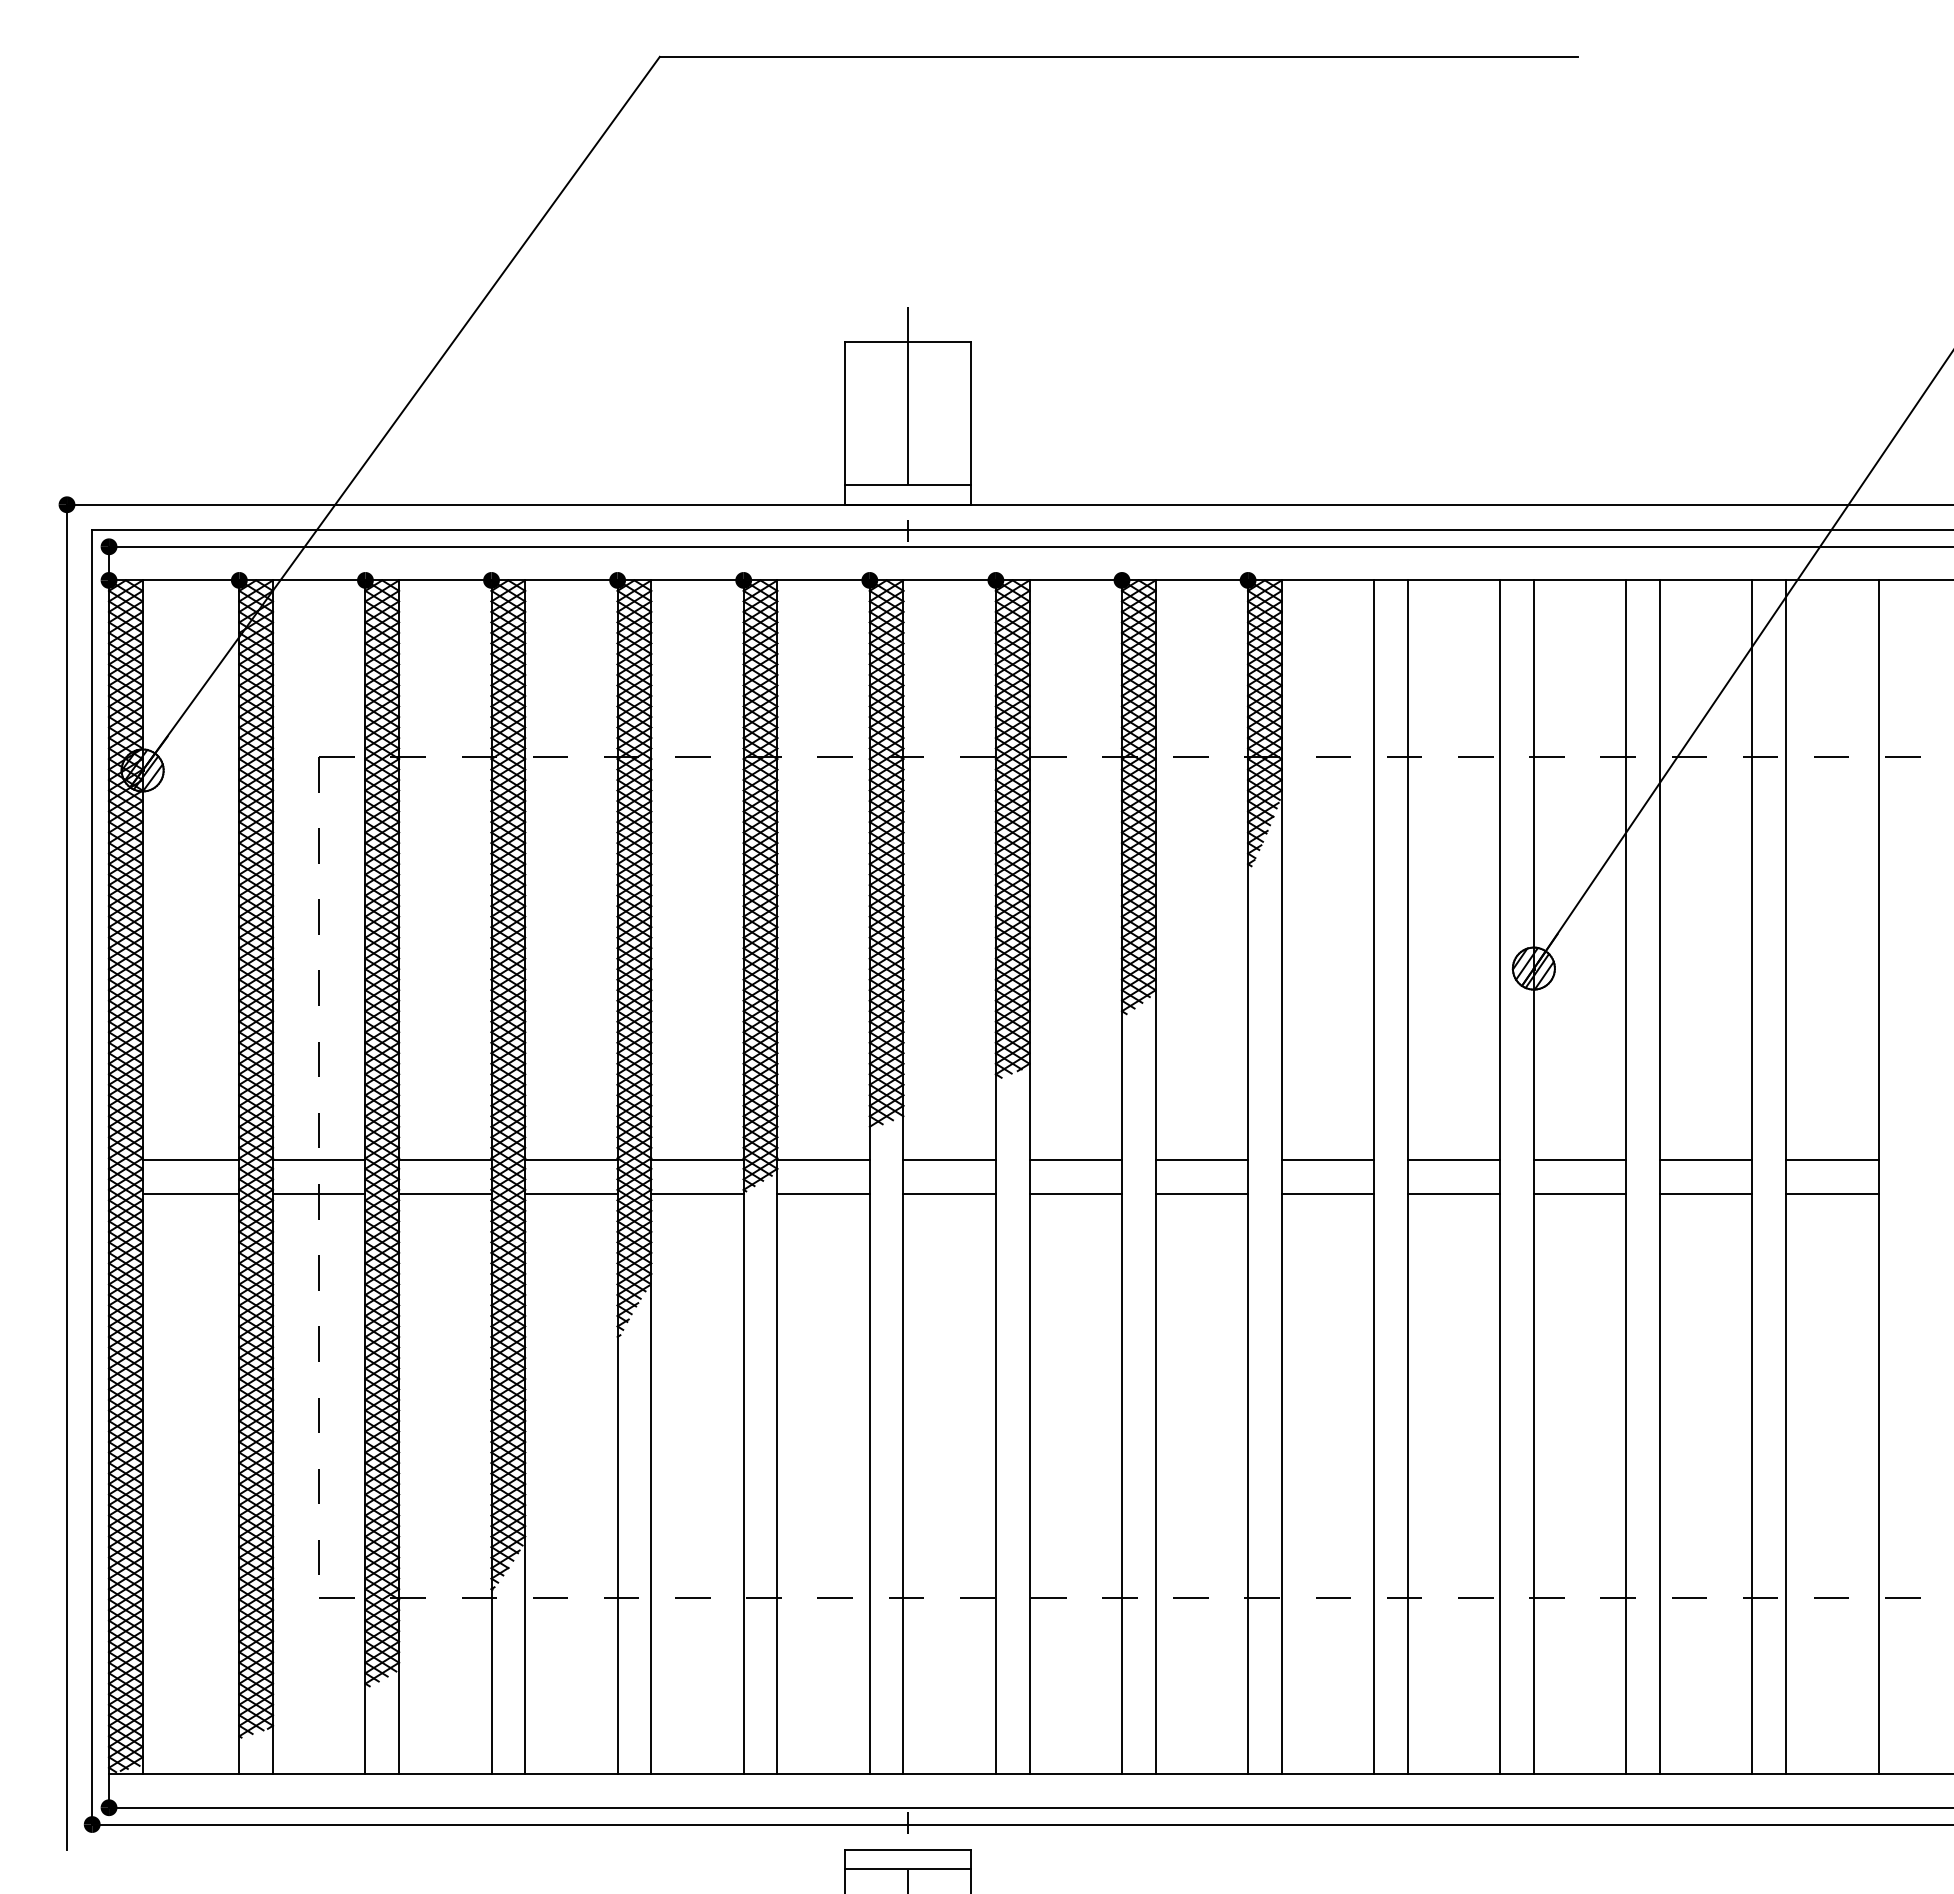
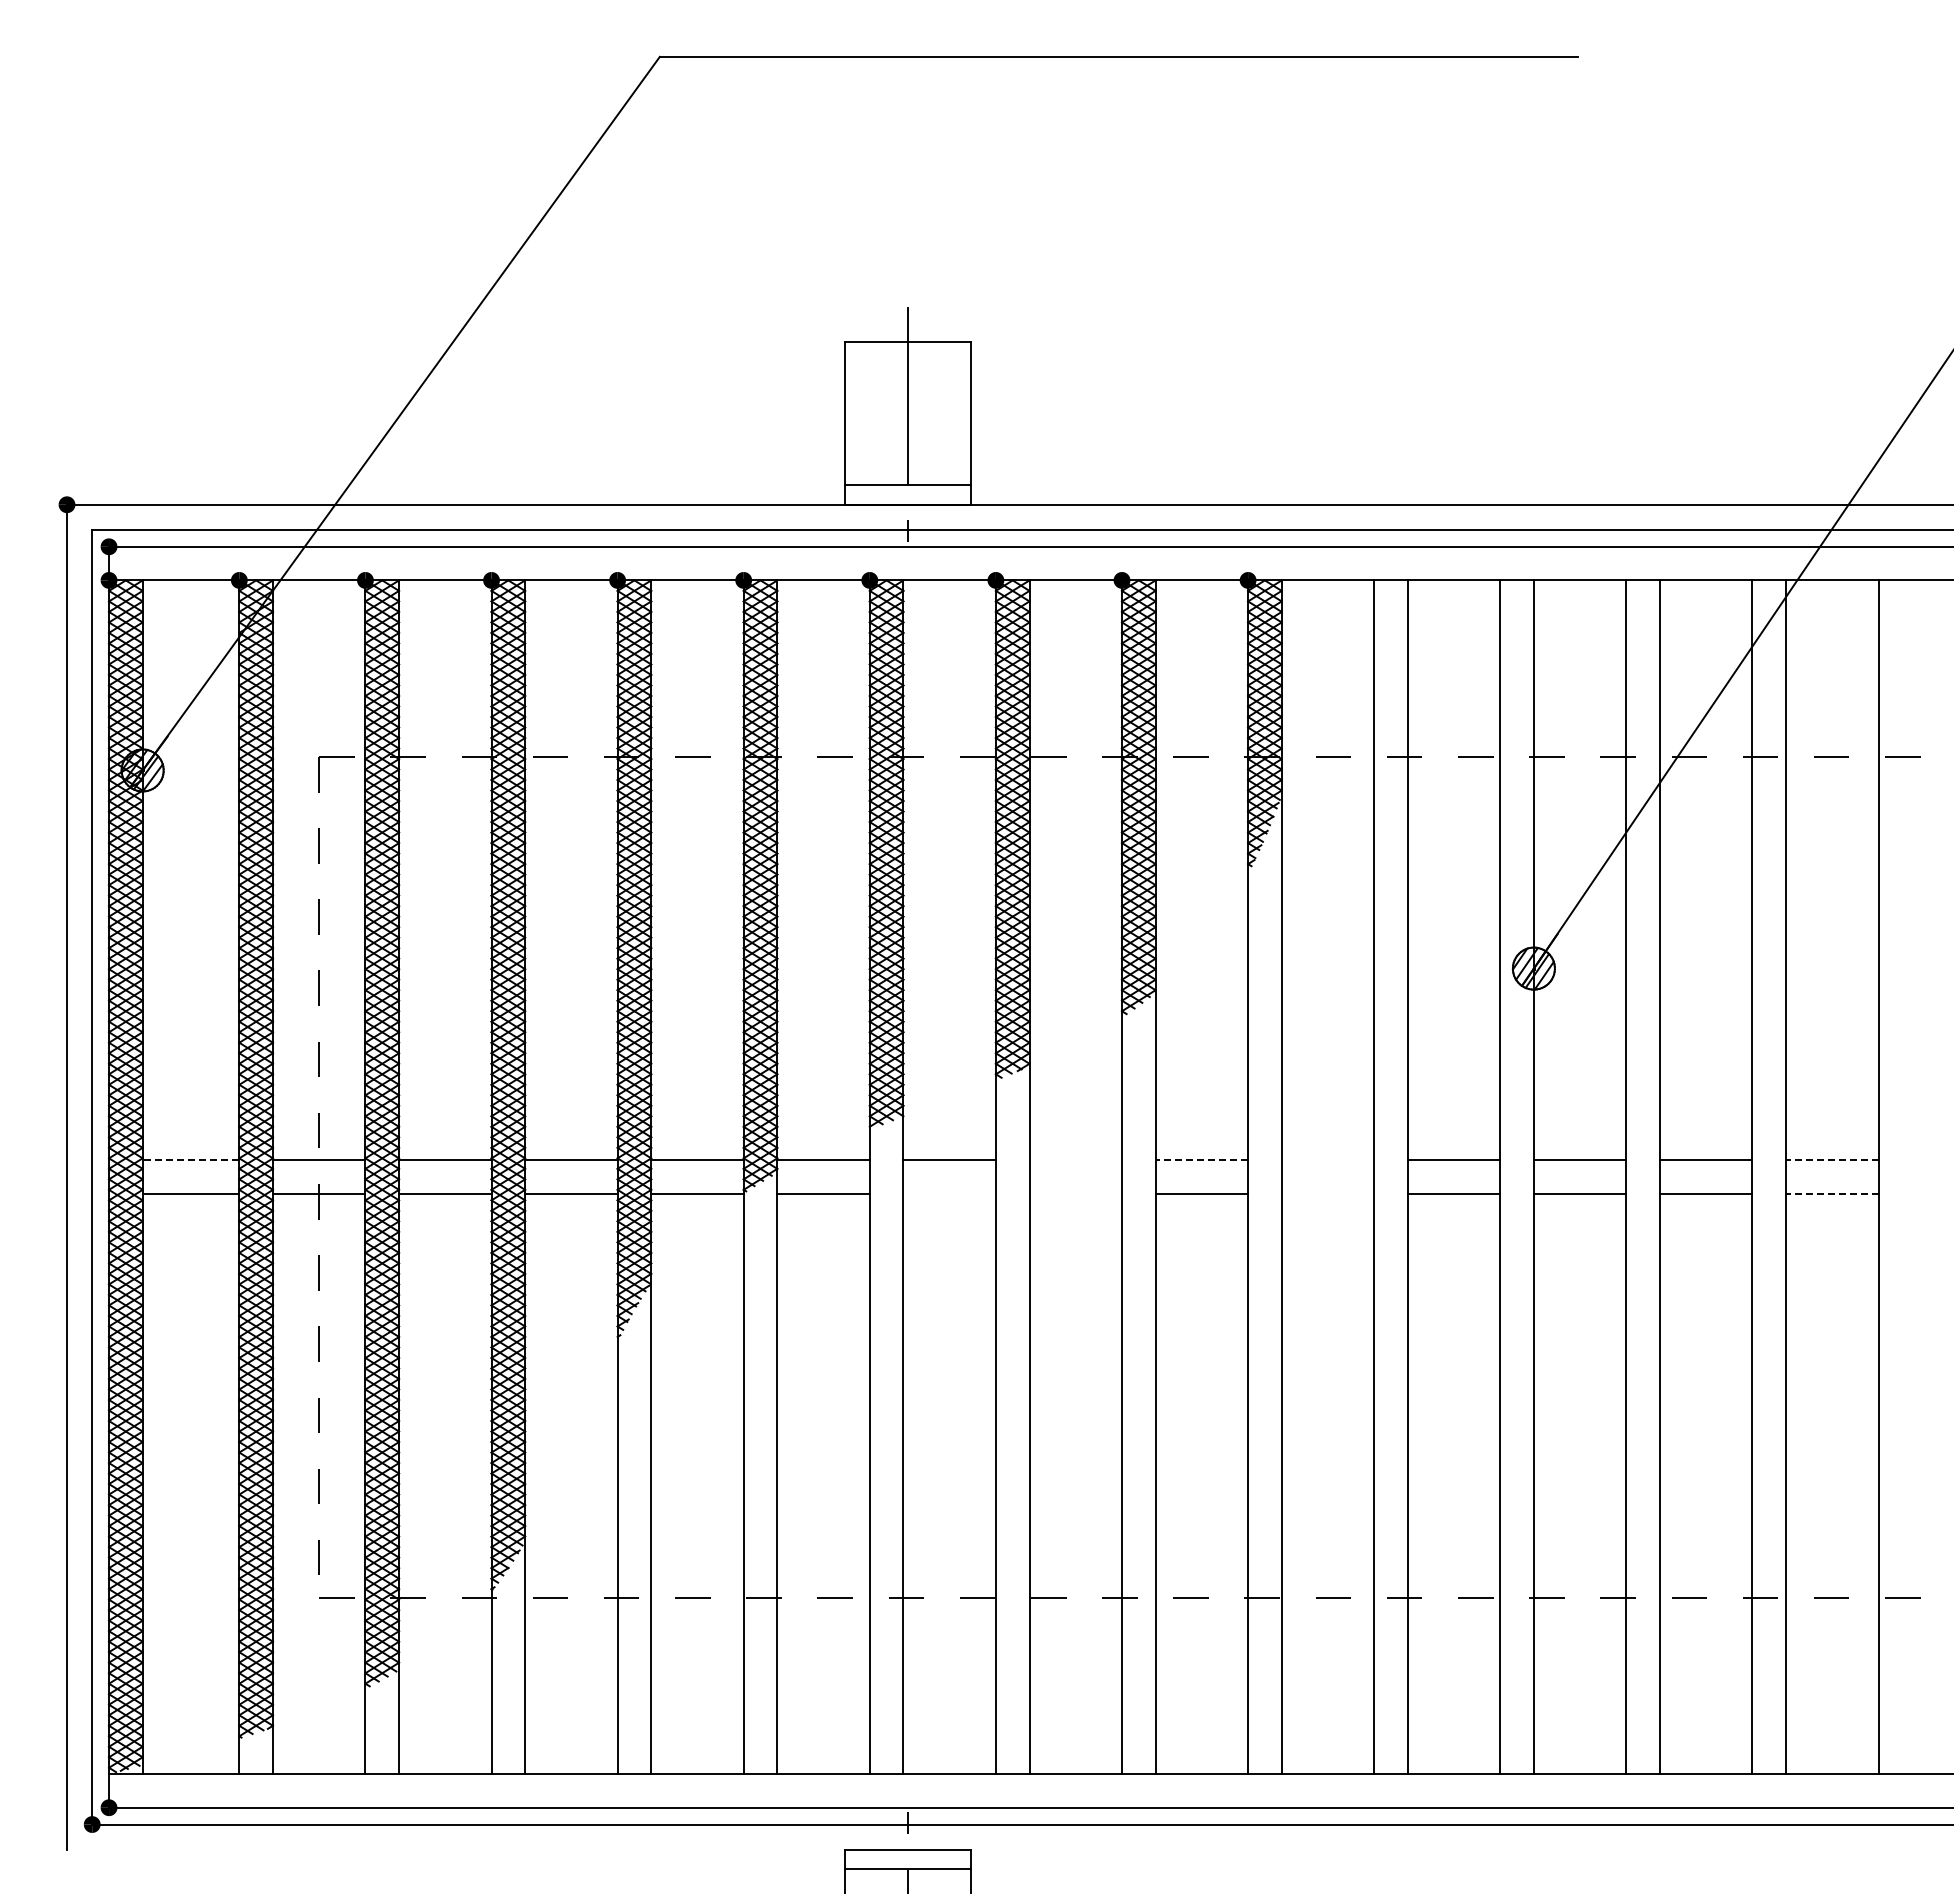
line at (190, 1160): solid -> dashed
line at (1075, 1160): present -> none
line at (1201, 1160): solid -> dashed
line at (1327, 1160): present -> none
line at (1831, 1160): solid -> dashed
line at (949, 1194): present -> none
line at (1075, 1194): present -> none
line at (1327, 1194): present -> none
line at (1831, 1194): solid -> dashed
